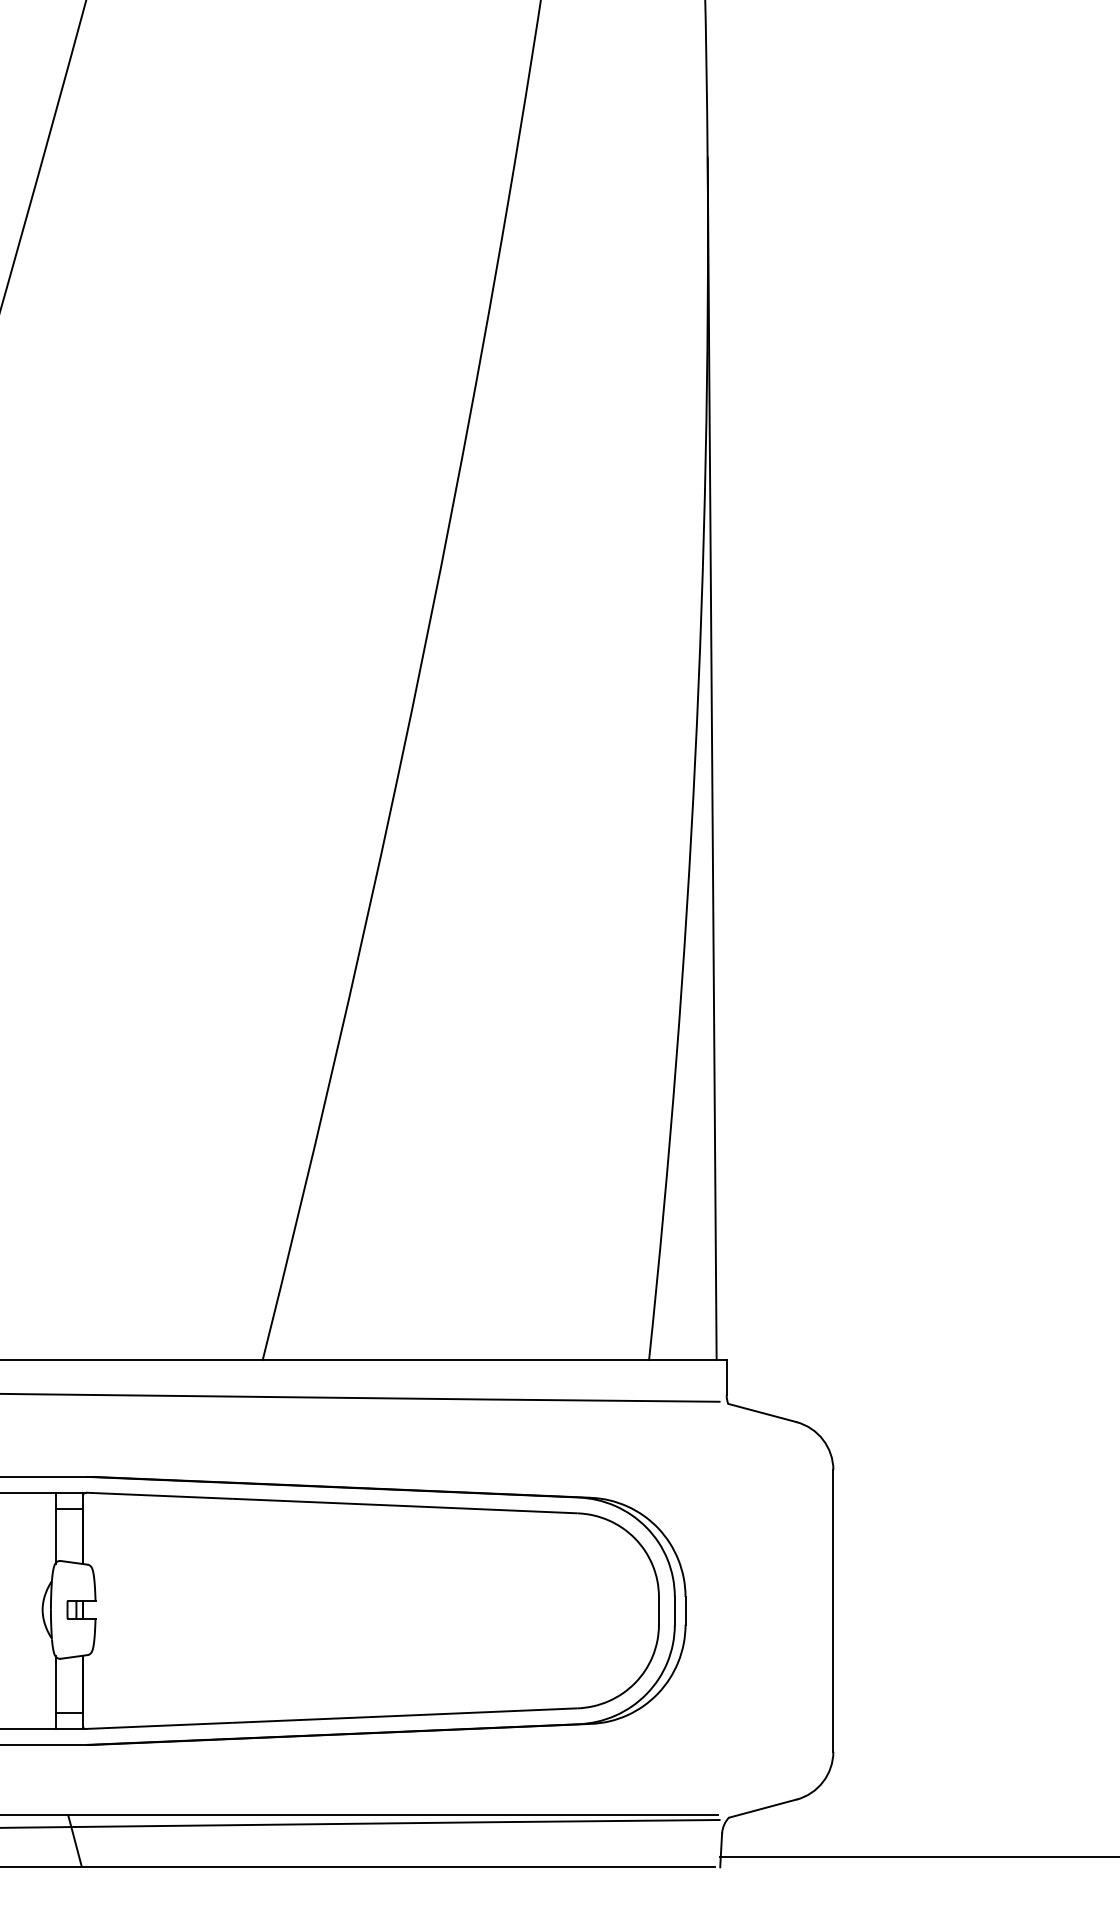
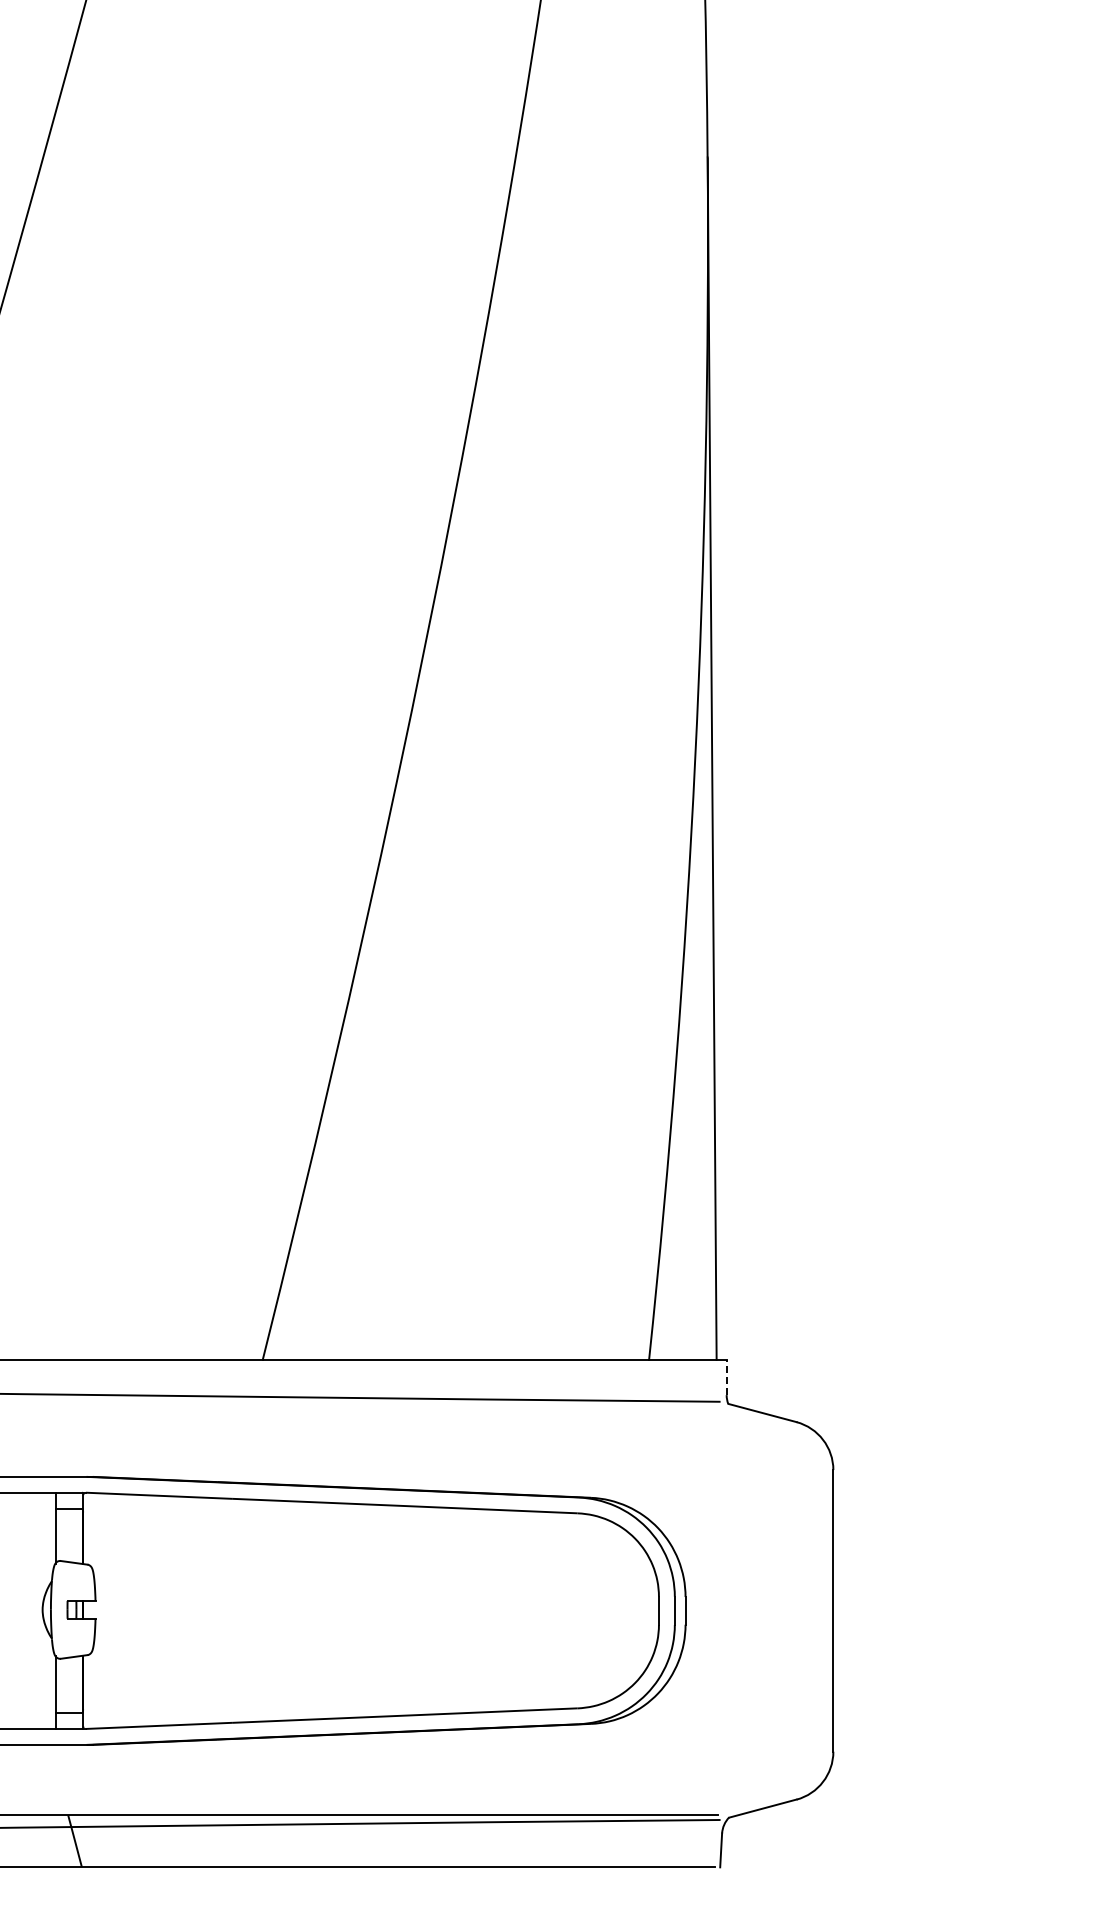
line at (726, 1377): solid -> dashed
line at (918, 1857): present -> none
